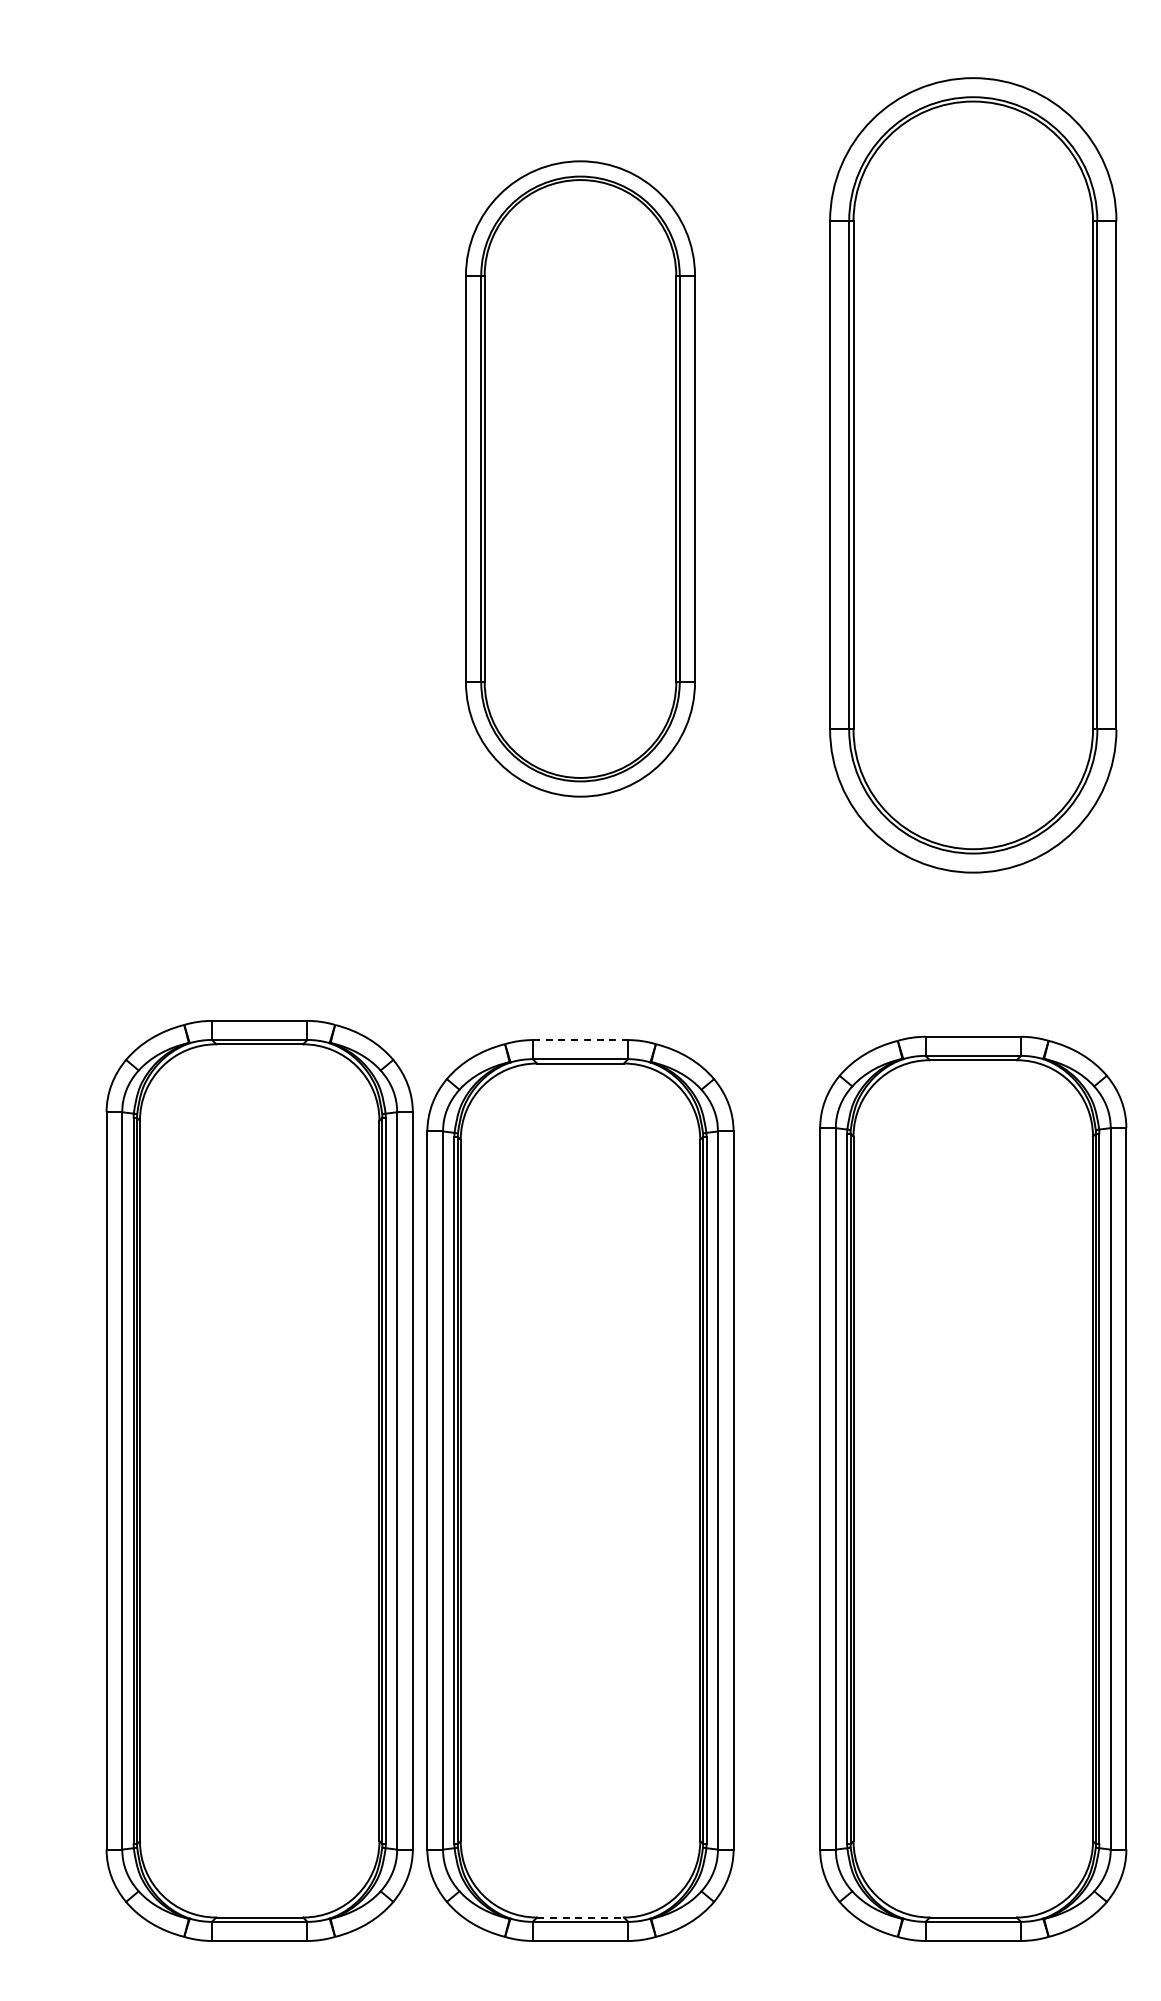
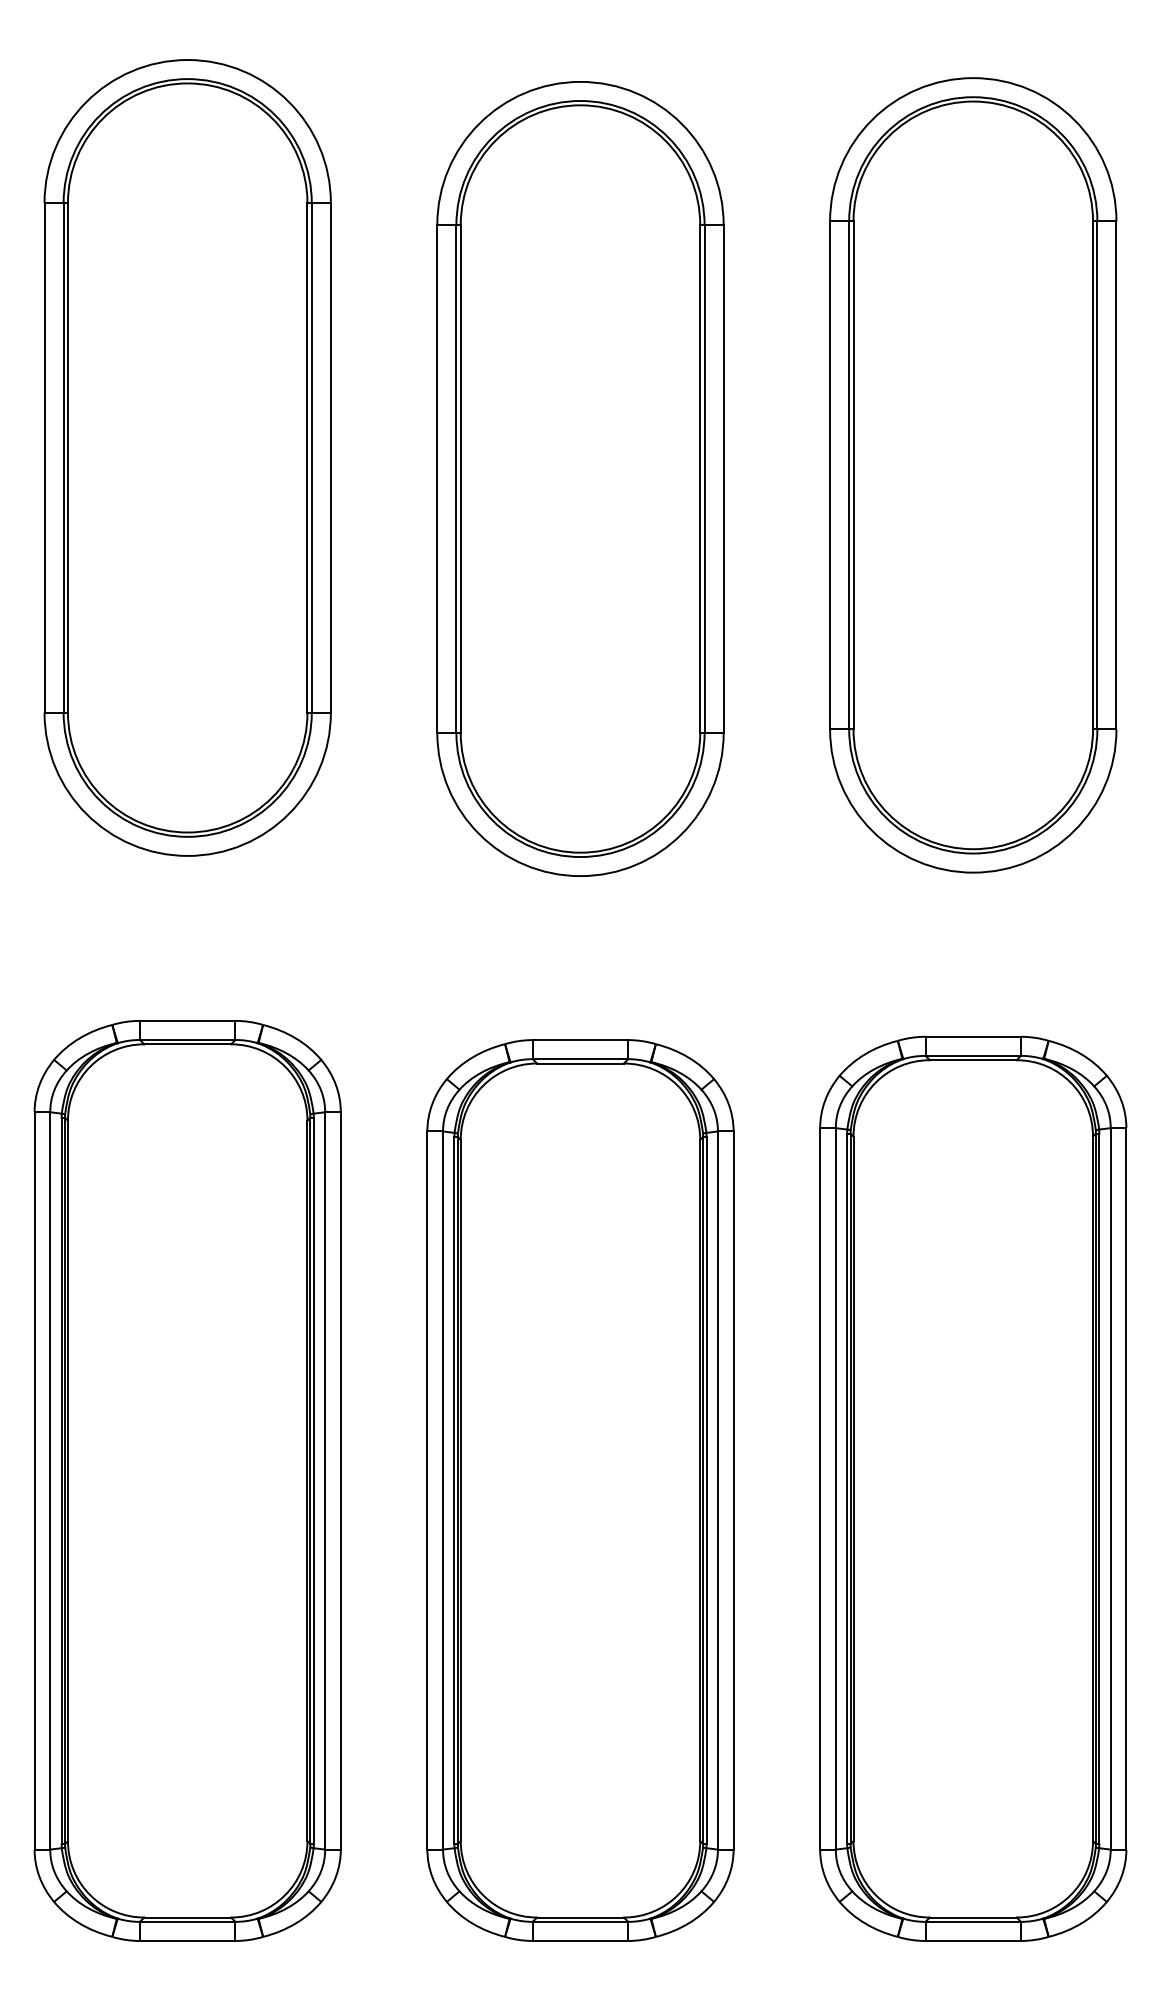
part at (187, 457): none -> present
part at (580, 478) size: 231x638 px -> 289x796 px
line at (580, 1040): dashed -> solid
part at (259, 1480) position: (259, 1480) -> (187, 1480)
line at (580, 1917): dashed -> solid
